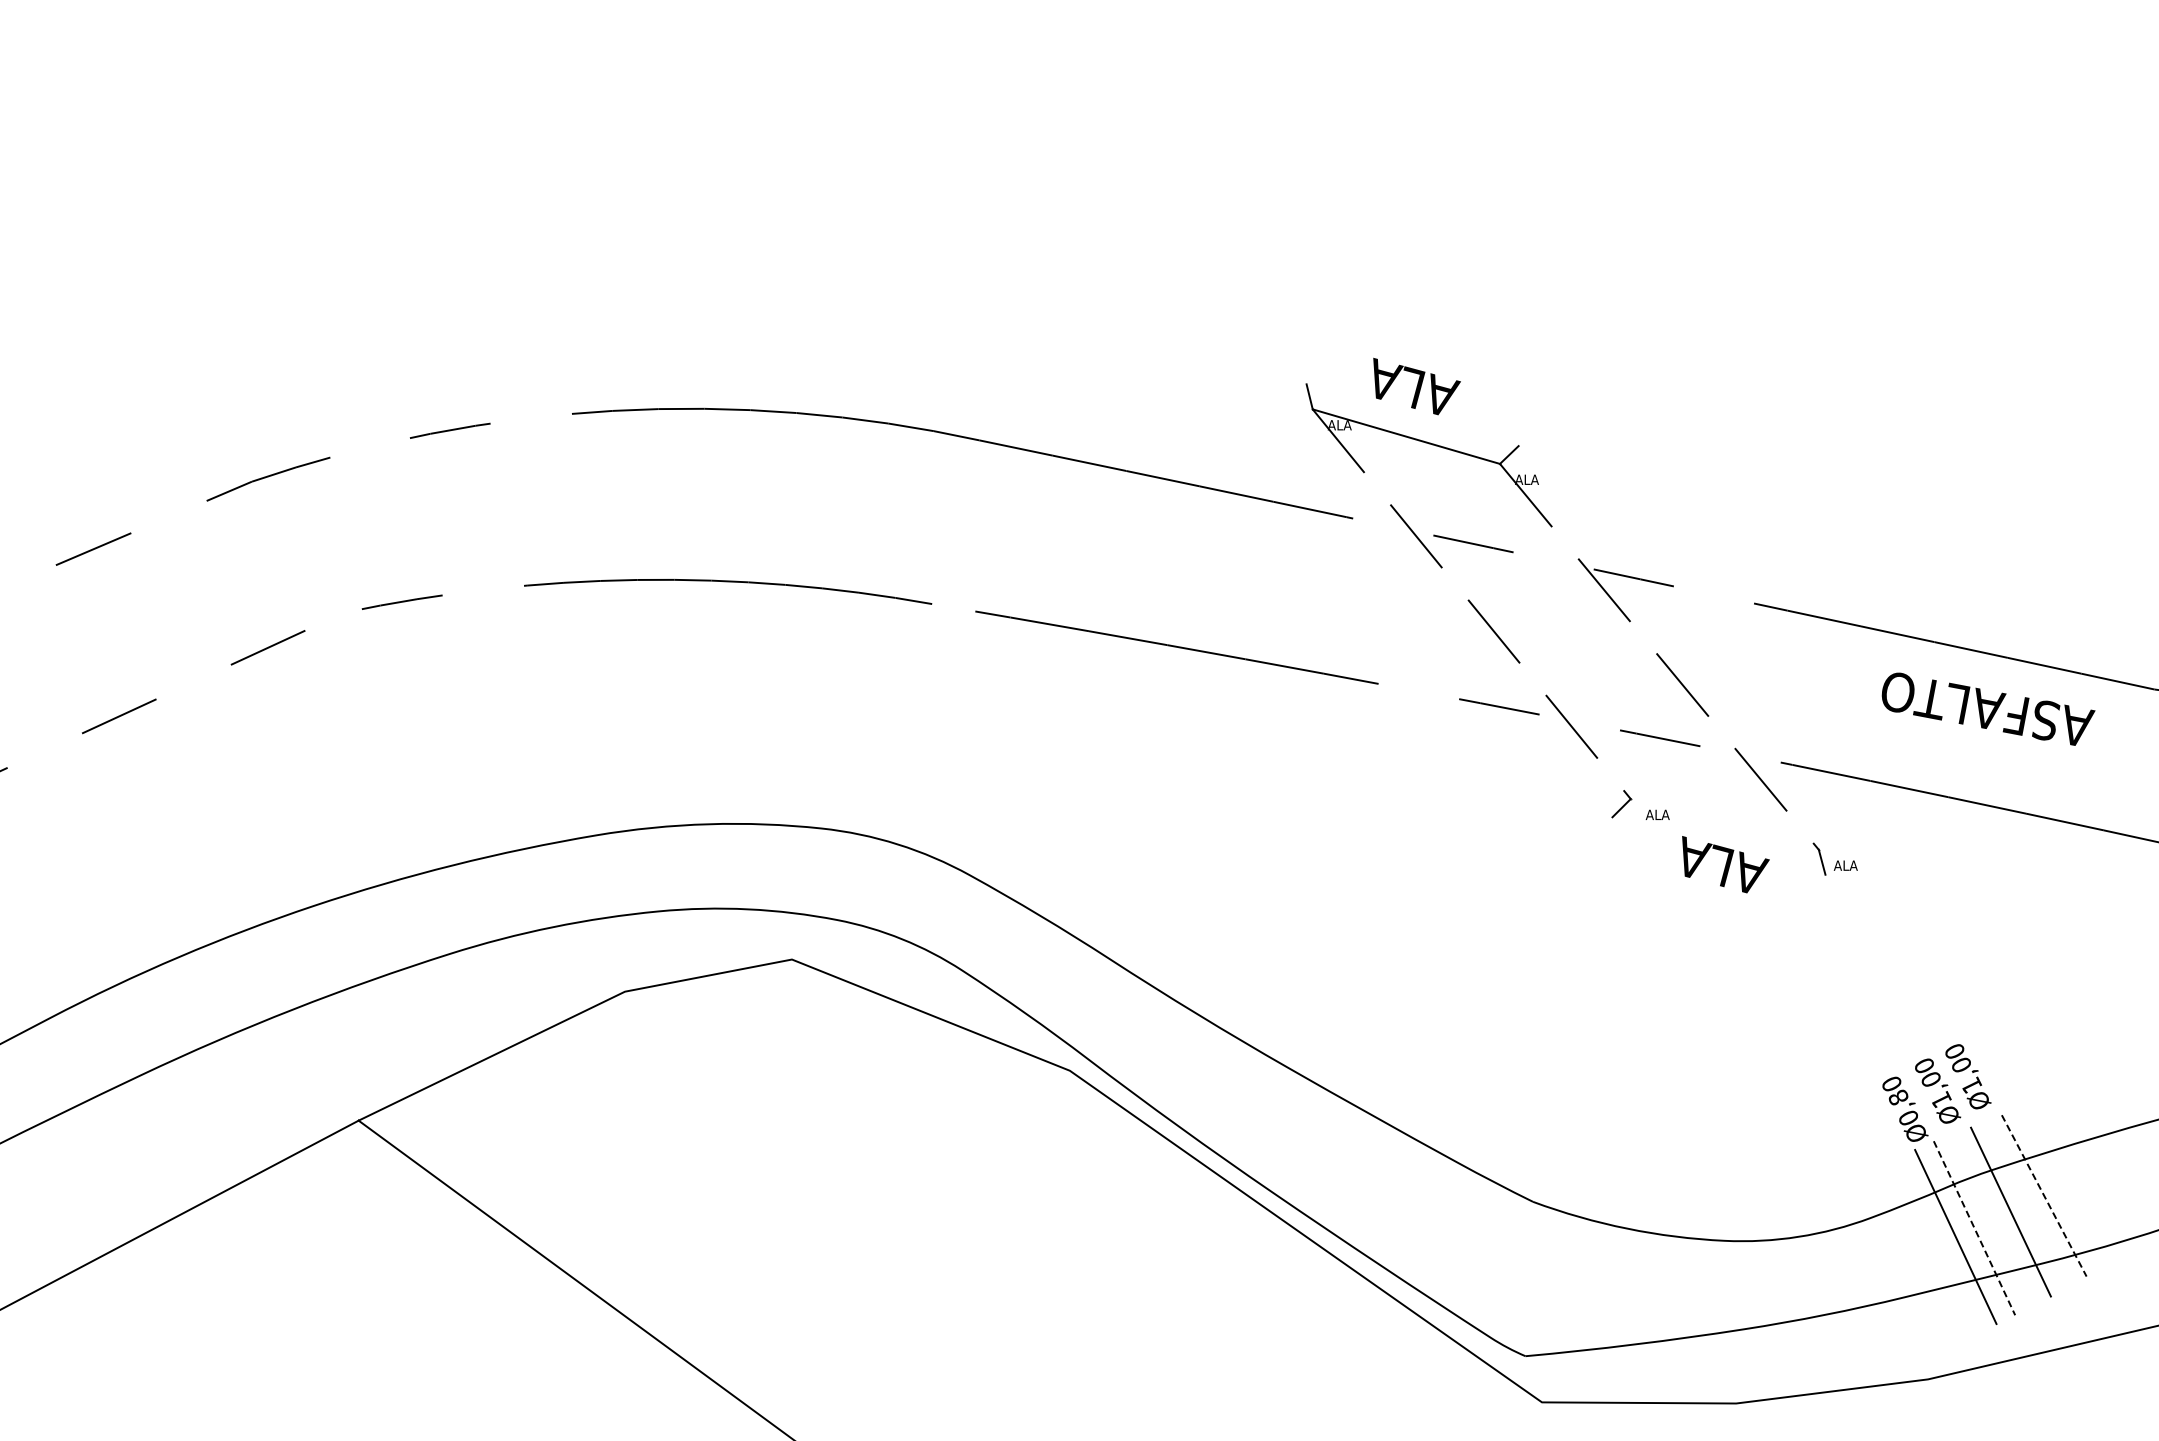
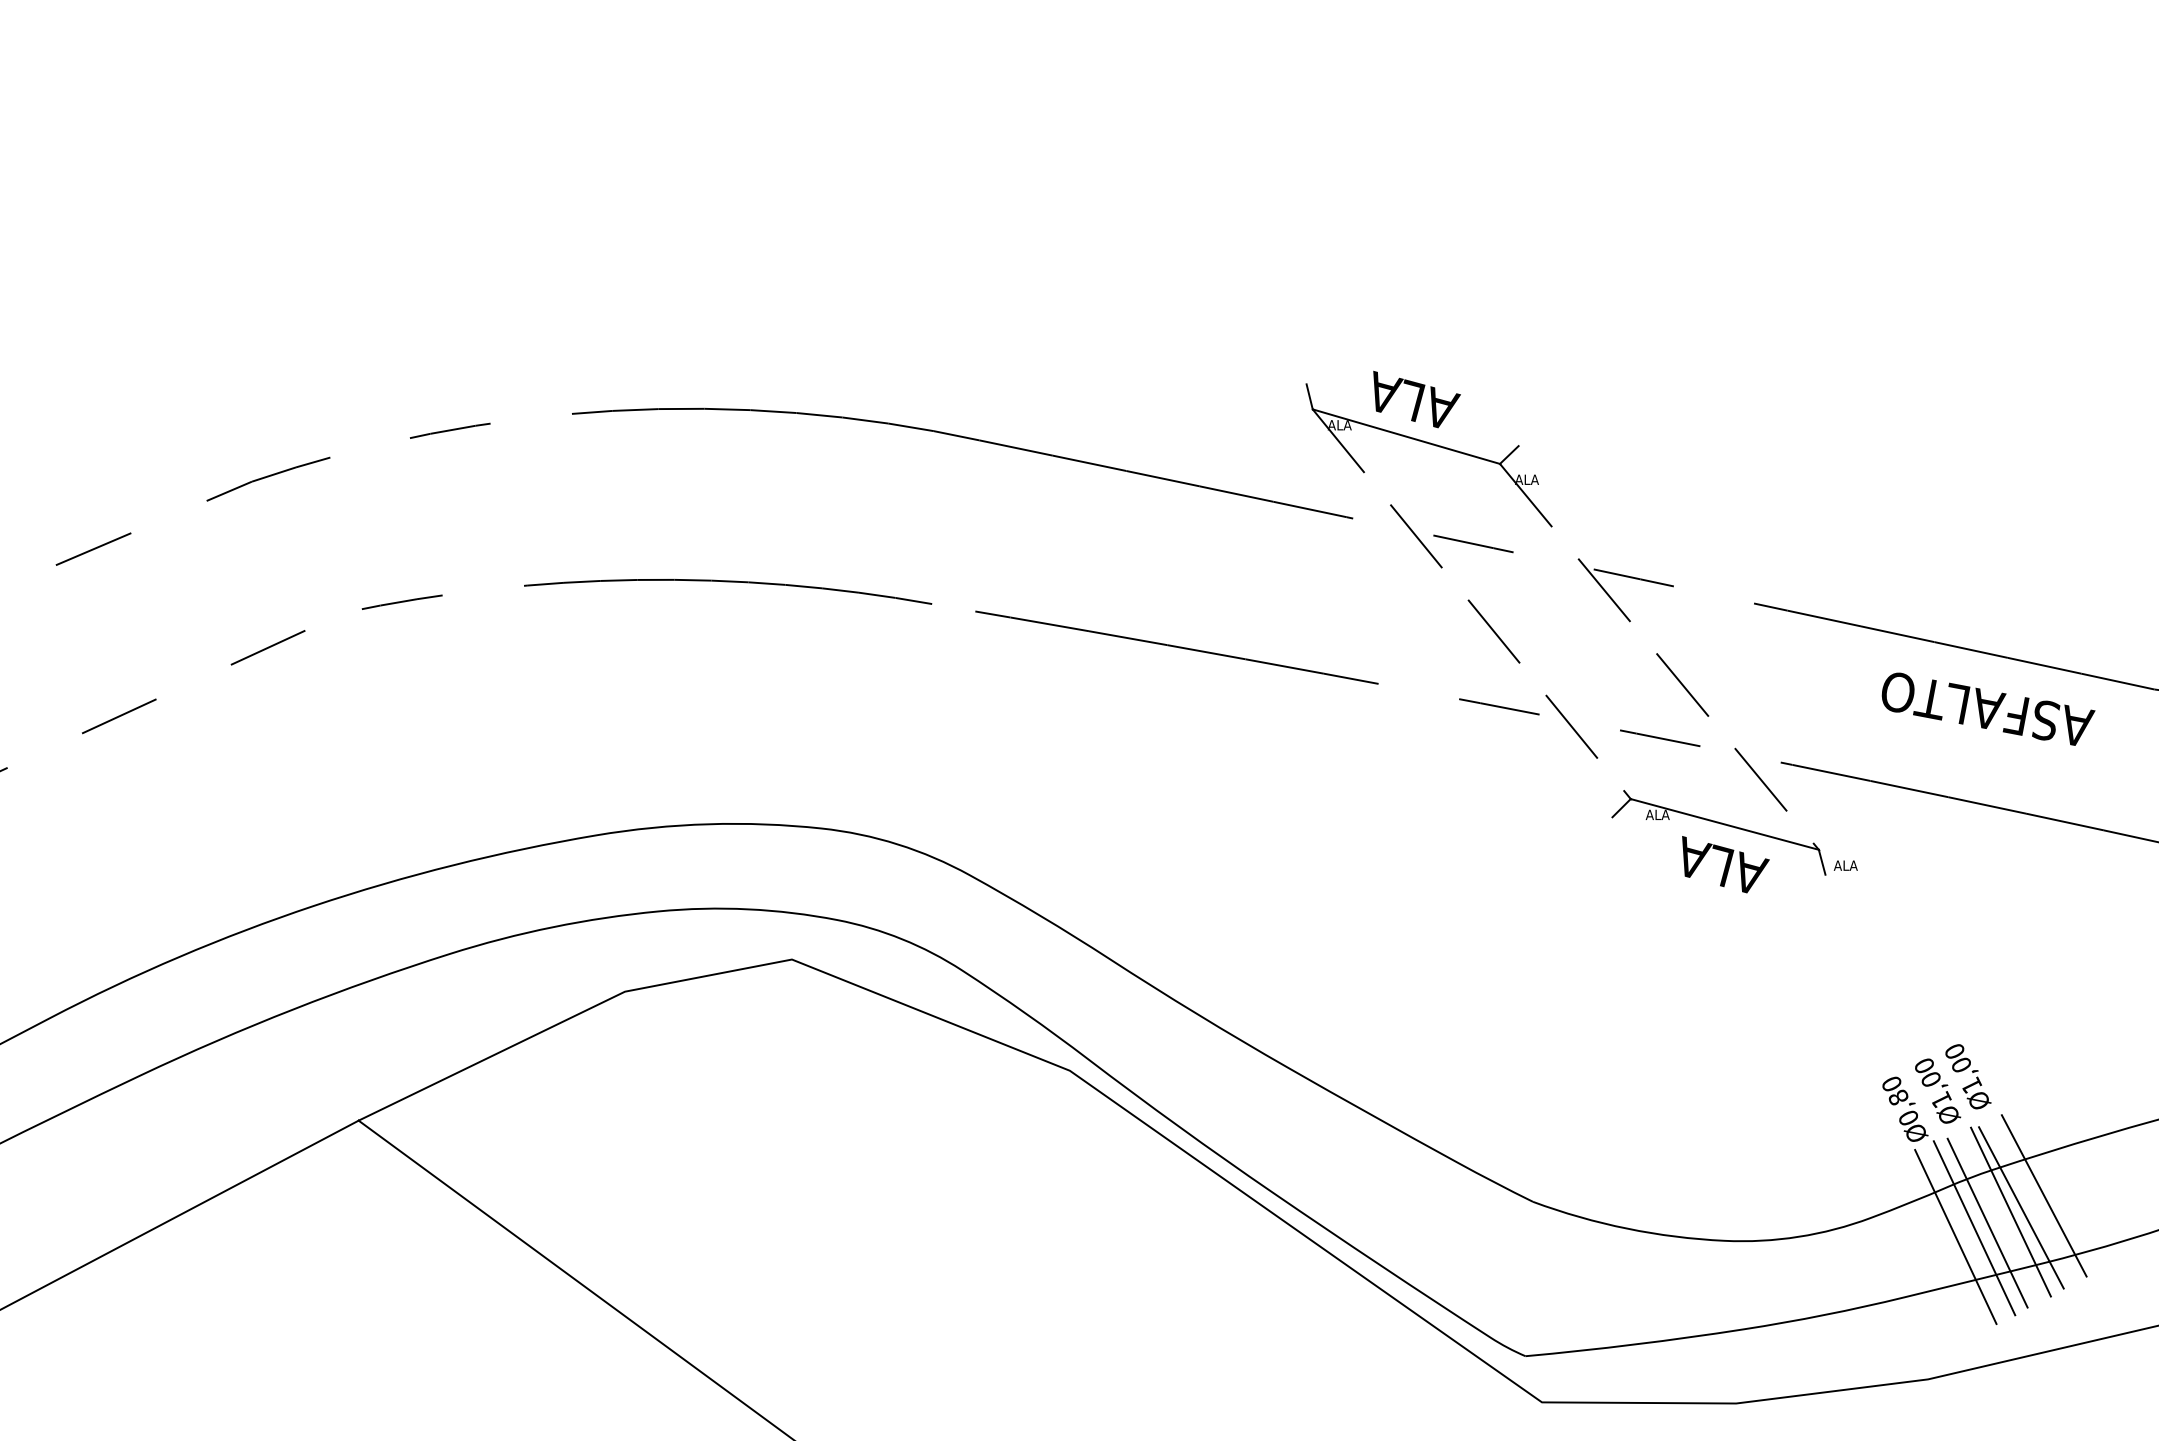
text at (1416, 386) position: (1416, 386) -> (1416, 399)
line at (1724, 824): none -> present
line at (2044, 1196): dashed -> solid
line at (2021, 1207): none -> present
line at (1987, 1222): none -> present
line at (1974, 1228): dashed -> solid
